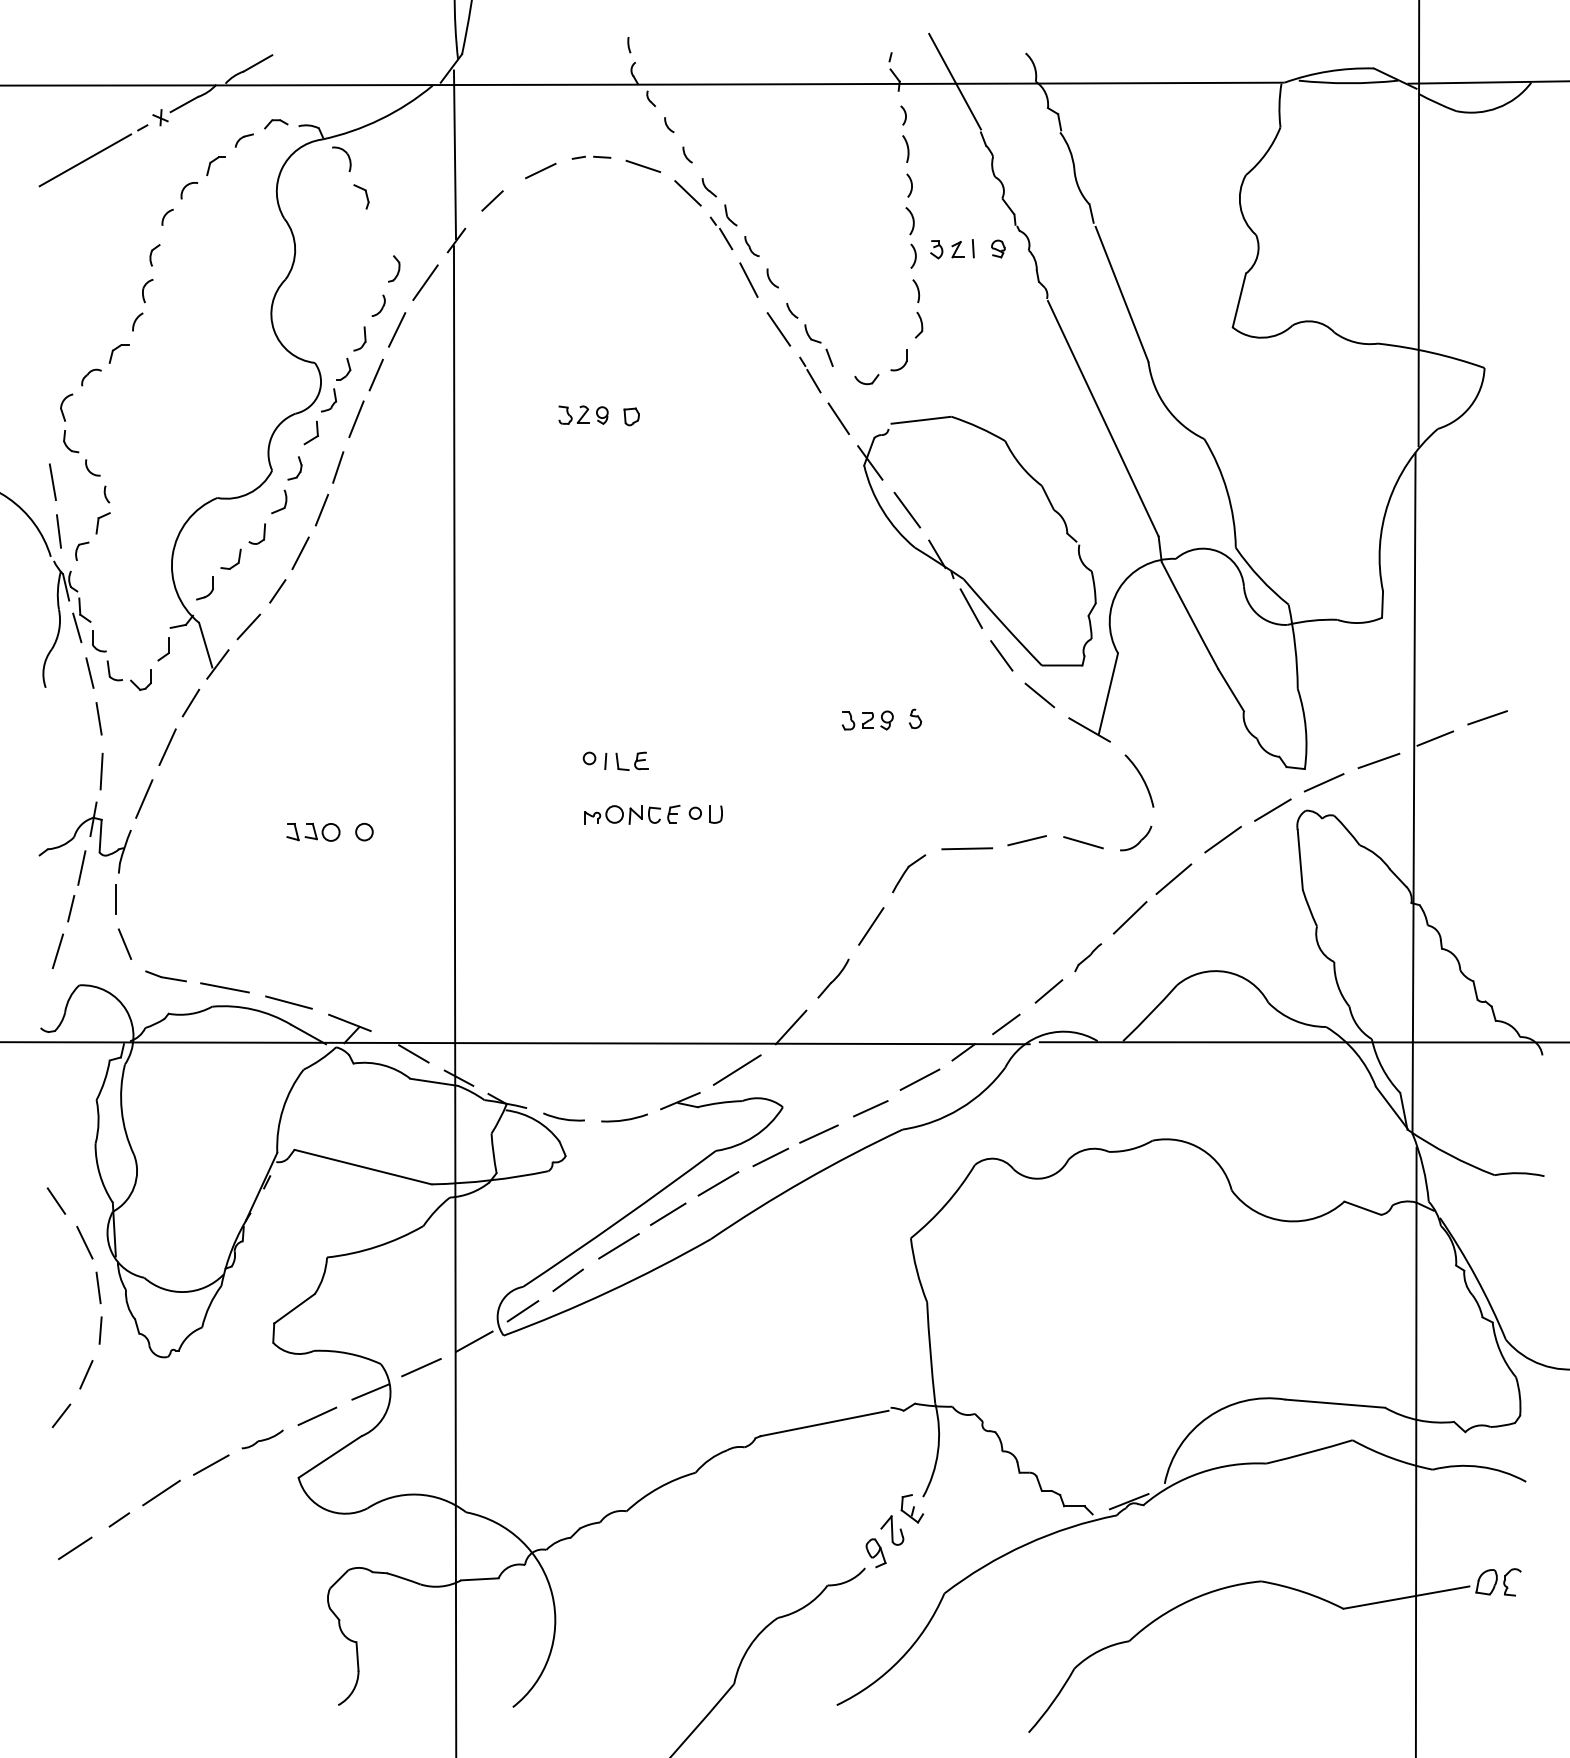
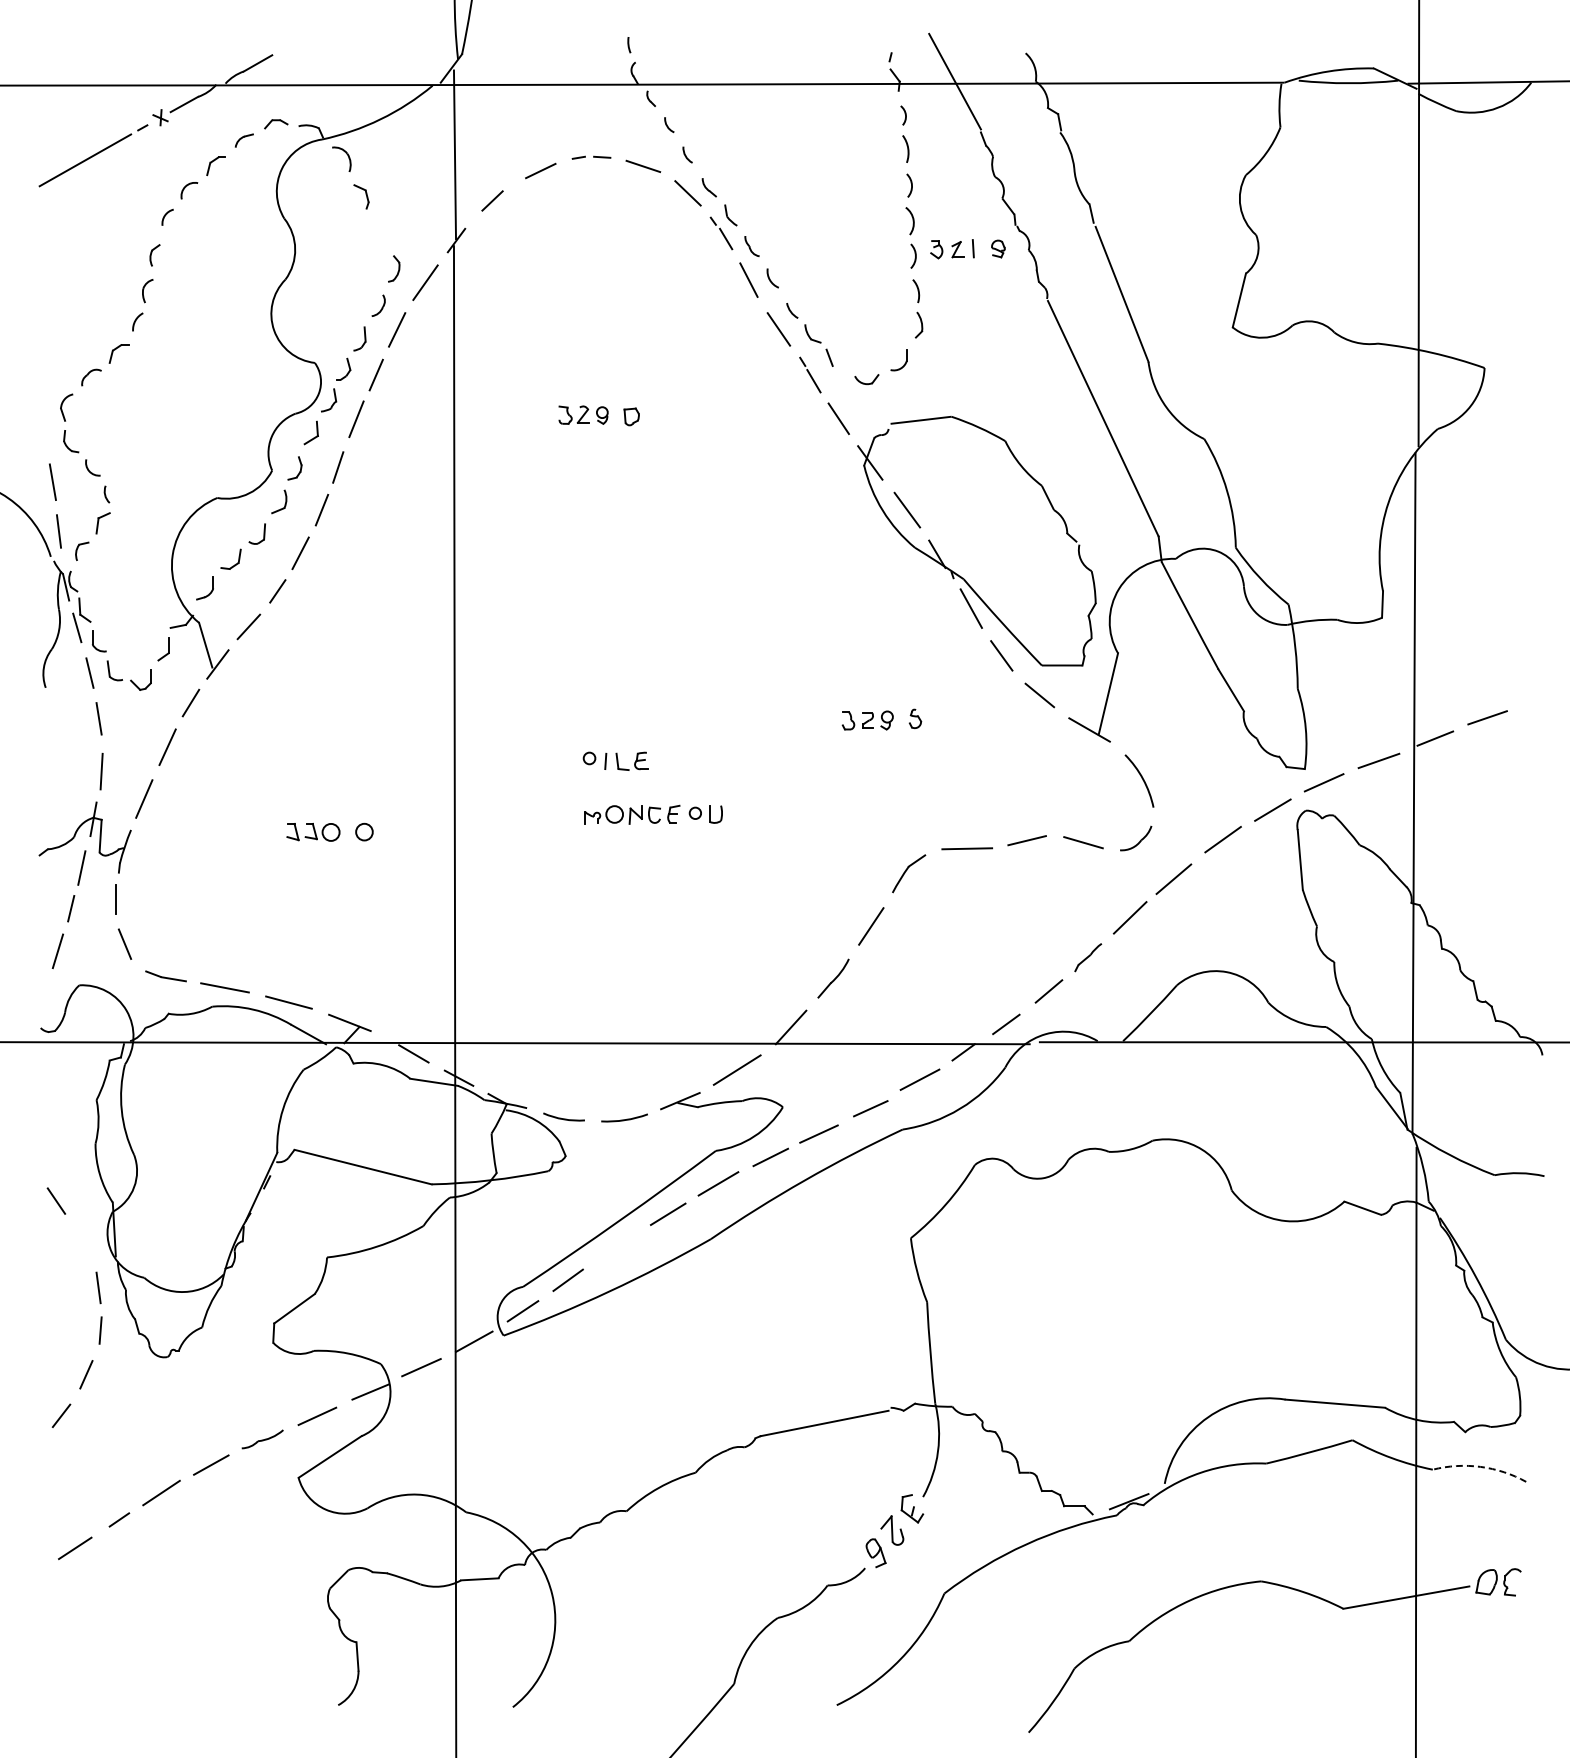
line at (84, 1242): present -> none
line at (618, 1246): present -> none
arc at (1480, 1466): solid -> dashed
